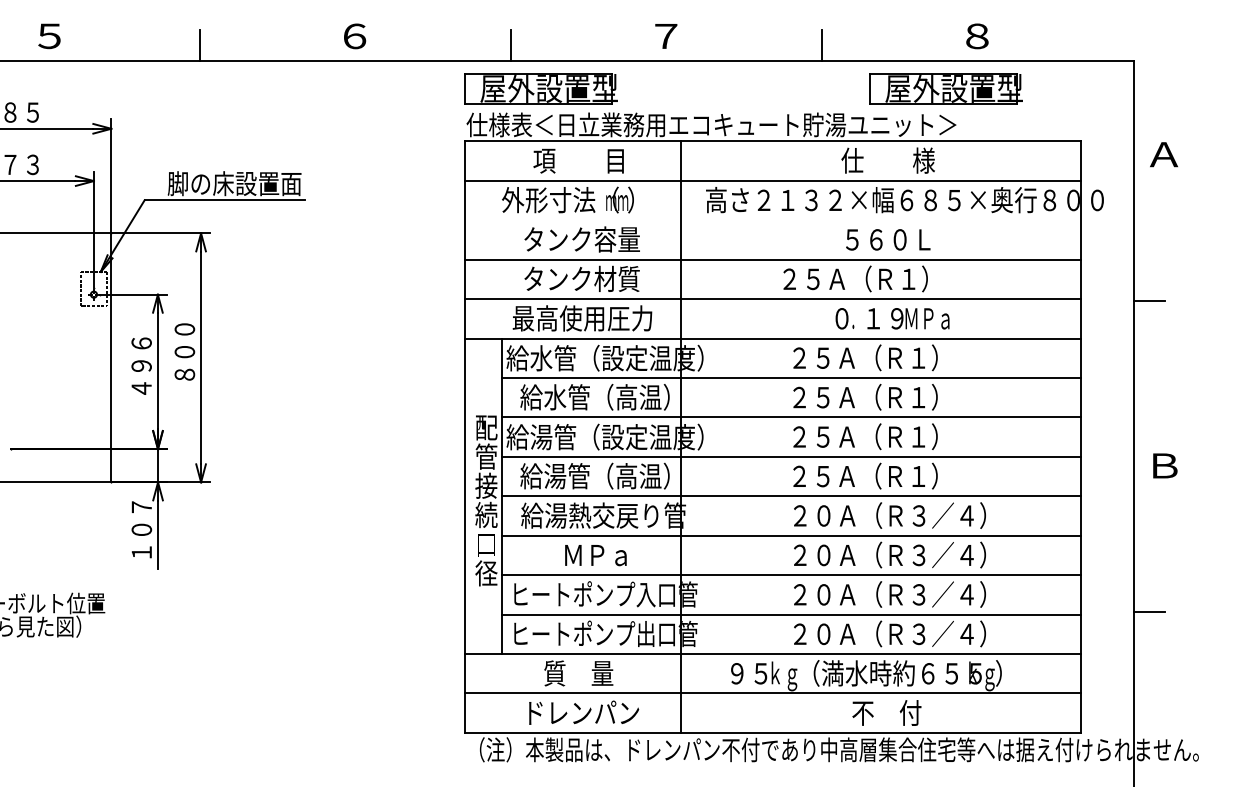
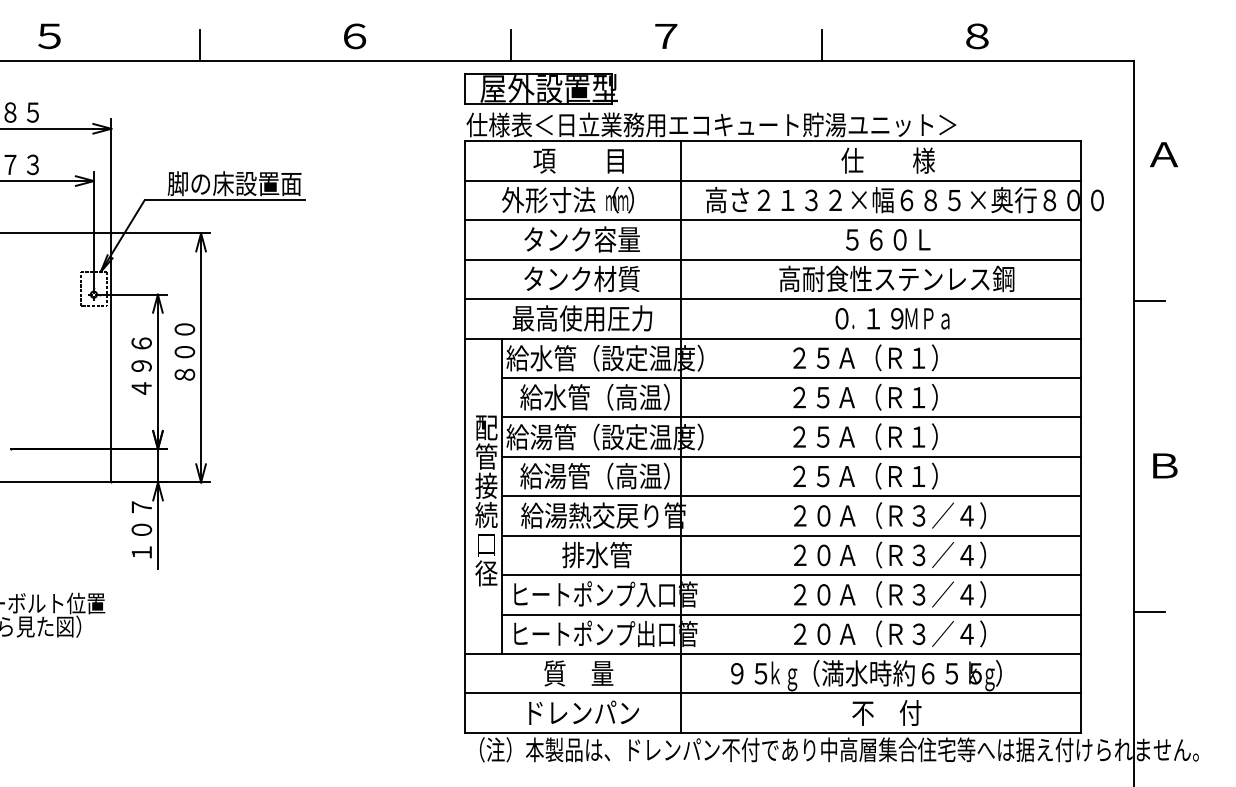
part at (945, 88): present -> none
line at (772, 220): none -> present
text at (896, 278): ２５Ａ（Ｒ１） -> 高耐食性ステンレス鋼
text at (596, 555): ＭＰａ -> 排水管
